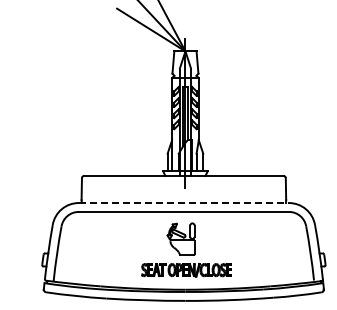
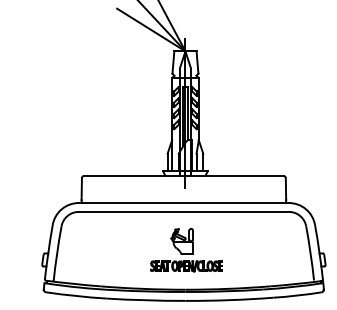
line at (183, 203): dashed -> solid
part at (186, 249) size: 91x56 px -> 73x45 px
